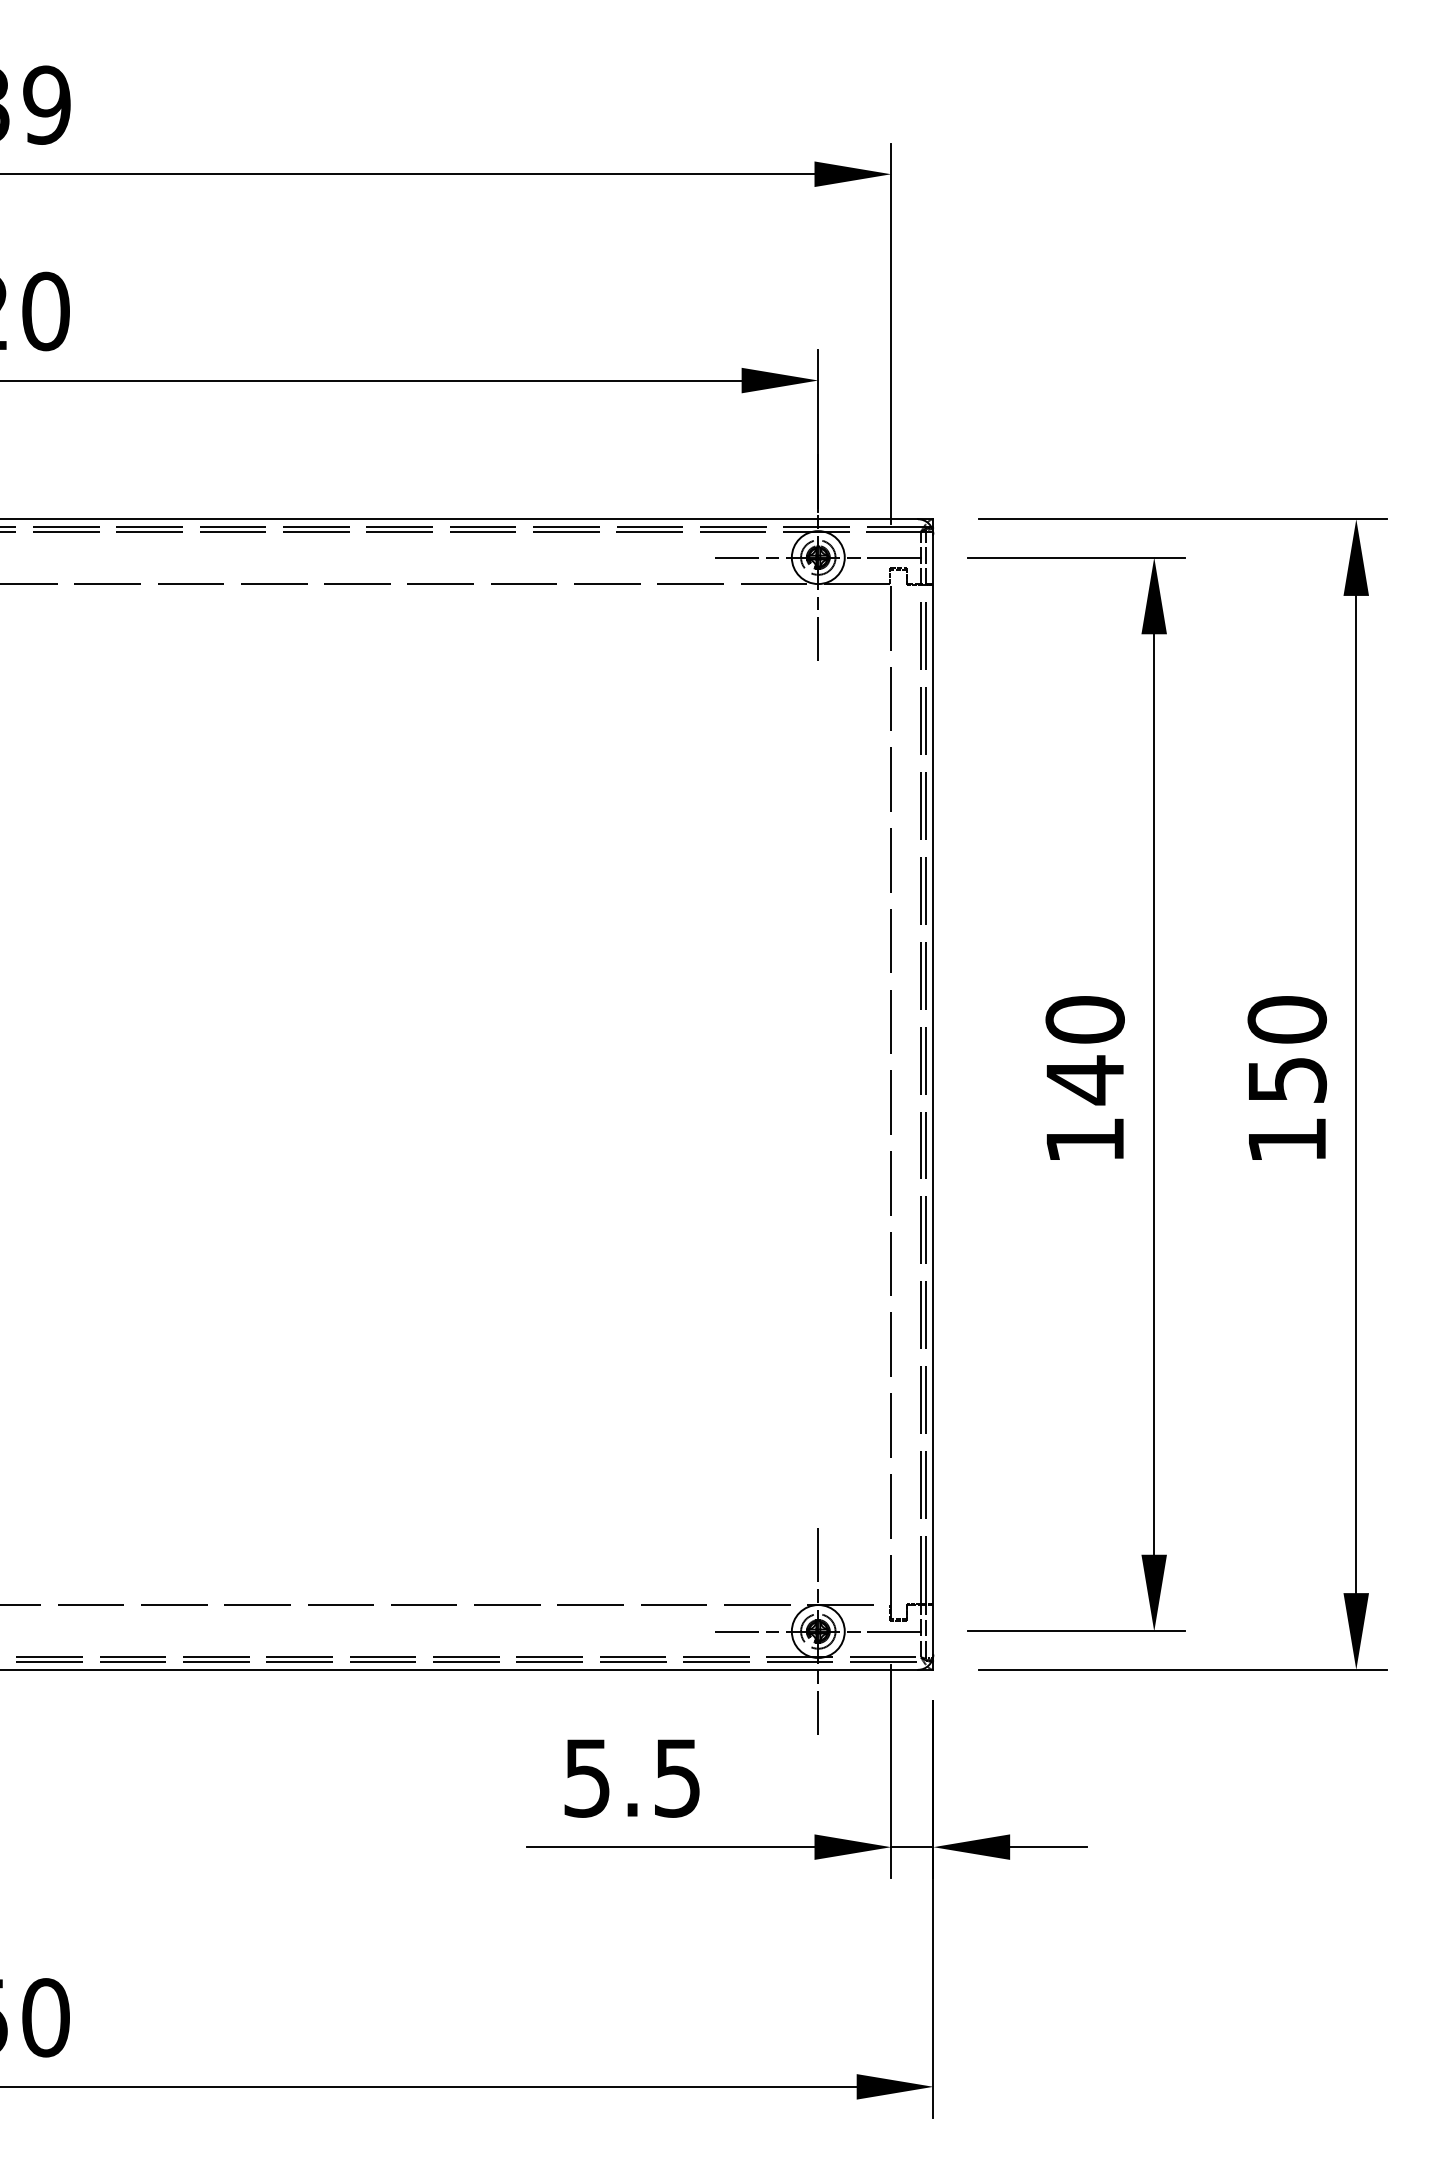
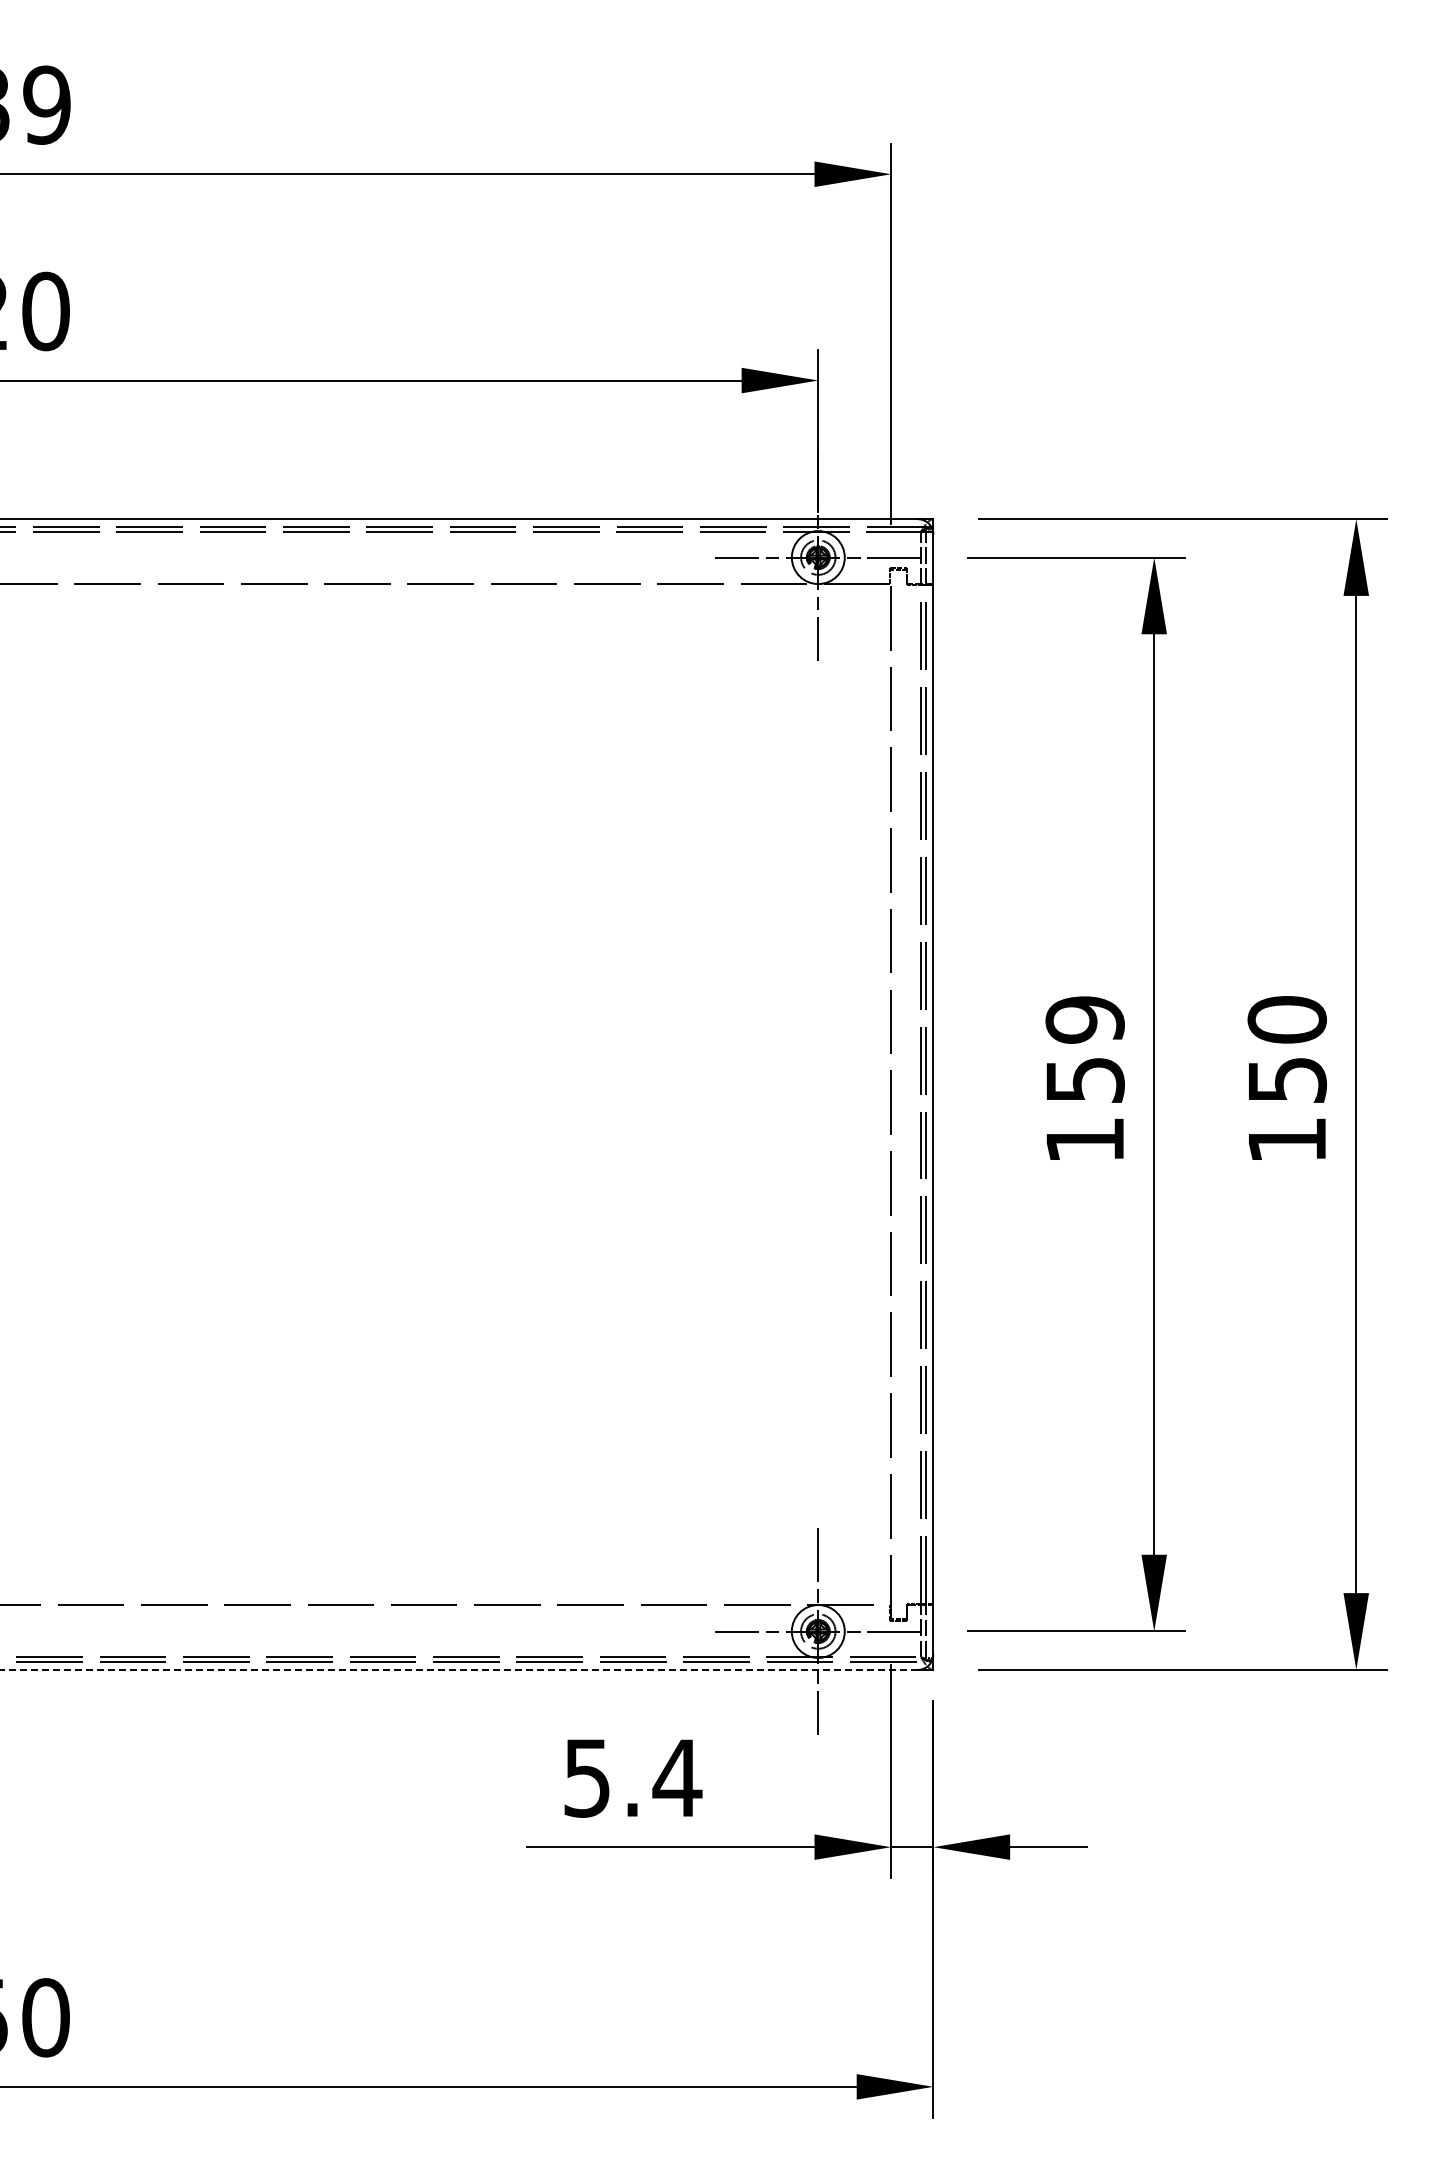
text at (1084, 1050): 140 -> 159
line at (459, 1669): solid -> dashed
text at (677, 1778): 5.5 -> 5.4
